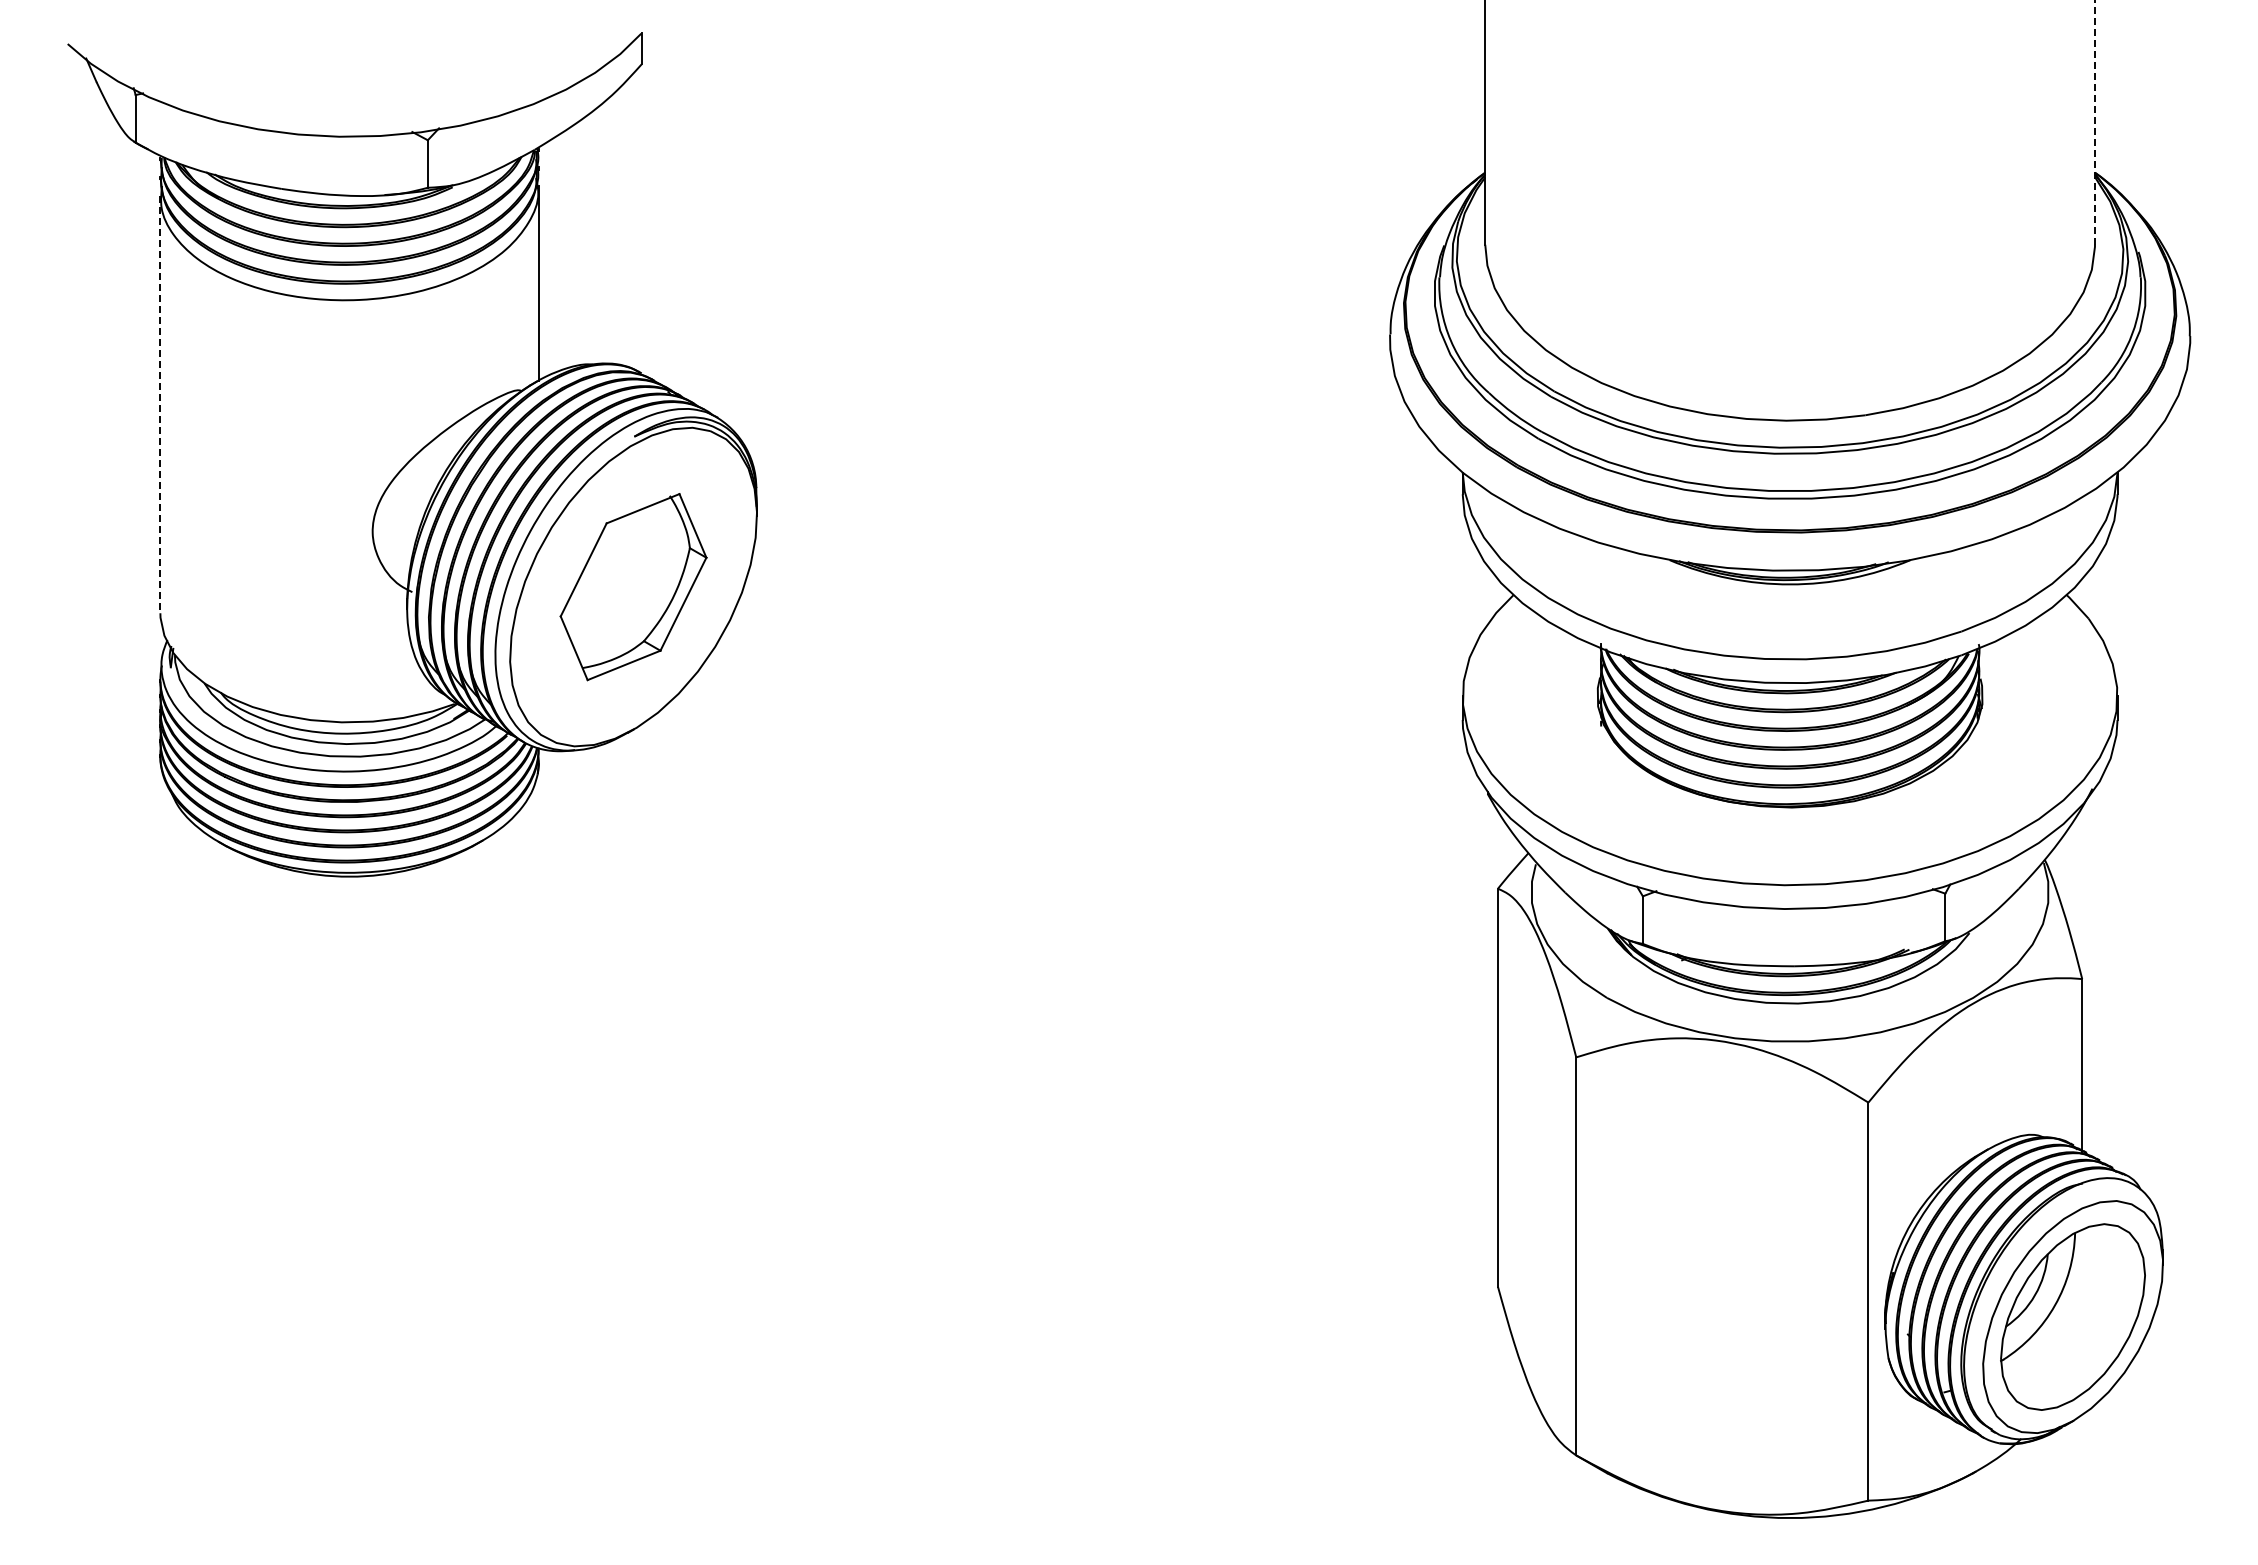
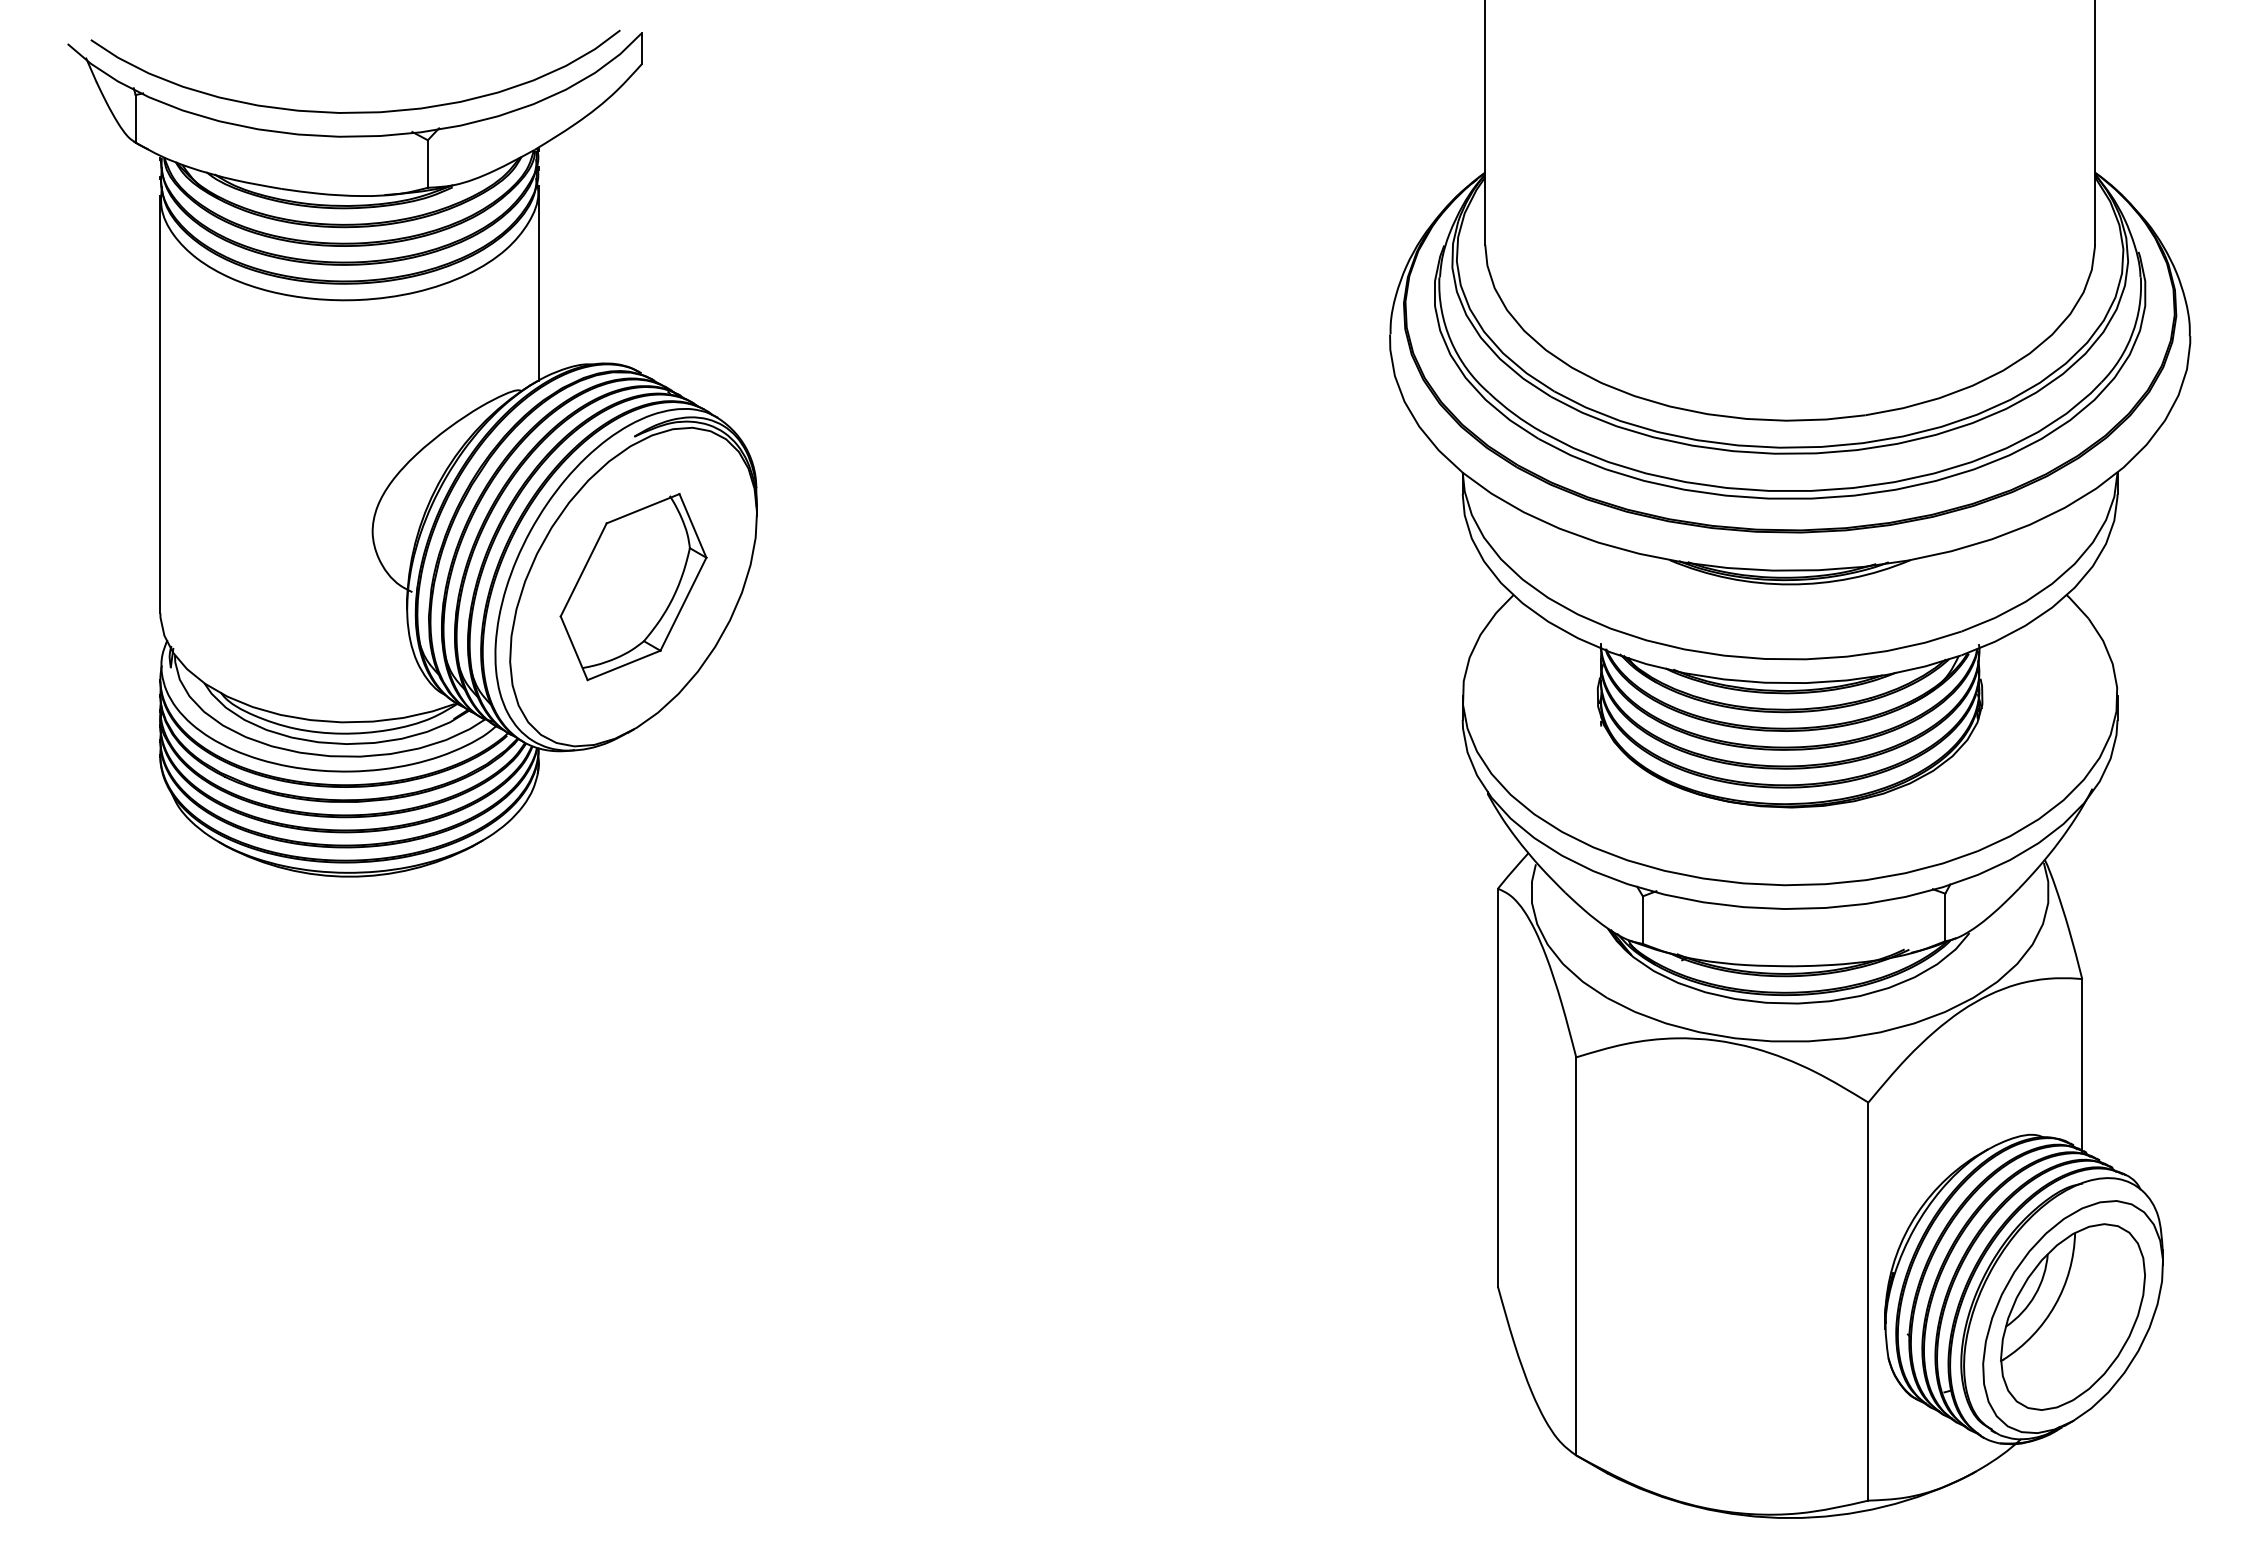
curve at (355, 111): none -> present
line at (2094, 122): dashed -> solid
line at (160, 404): dashed -> solid
